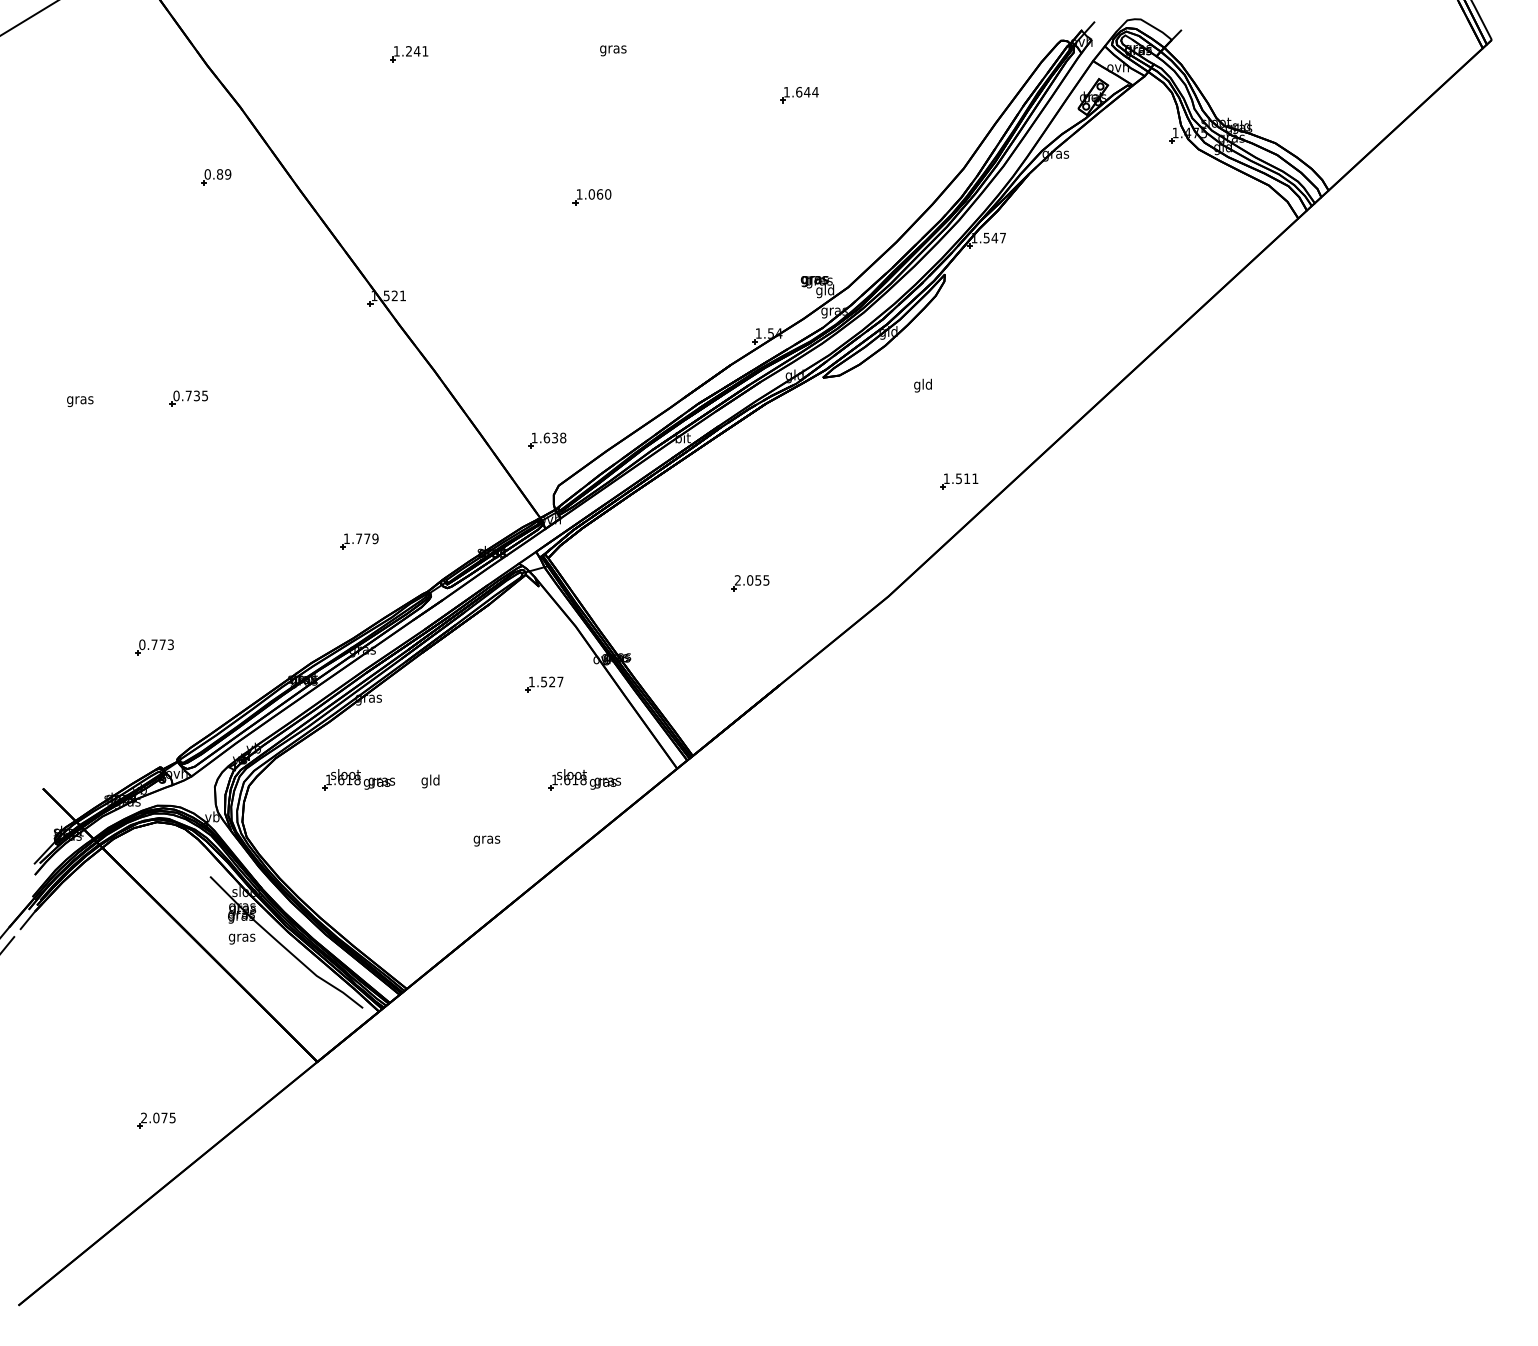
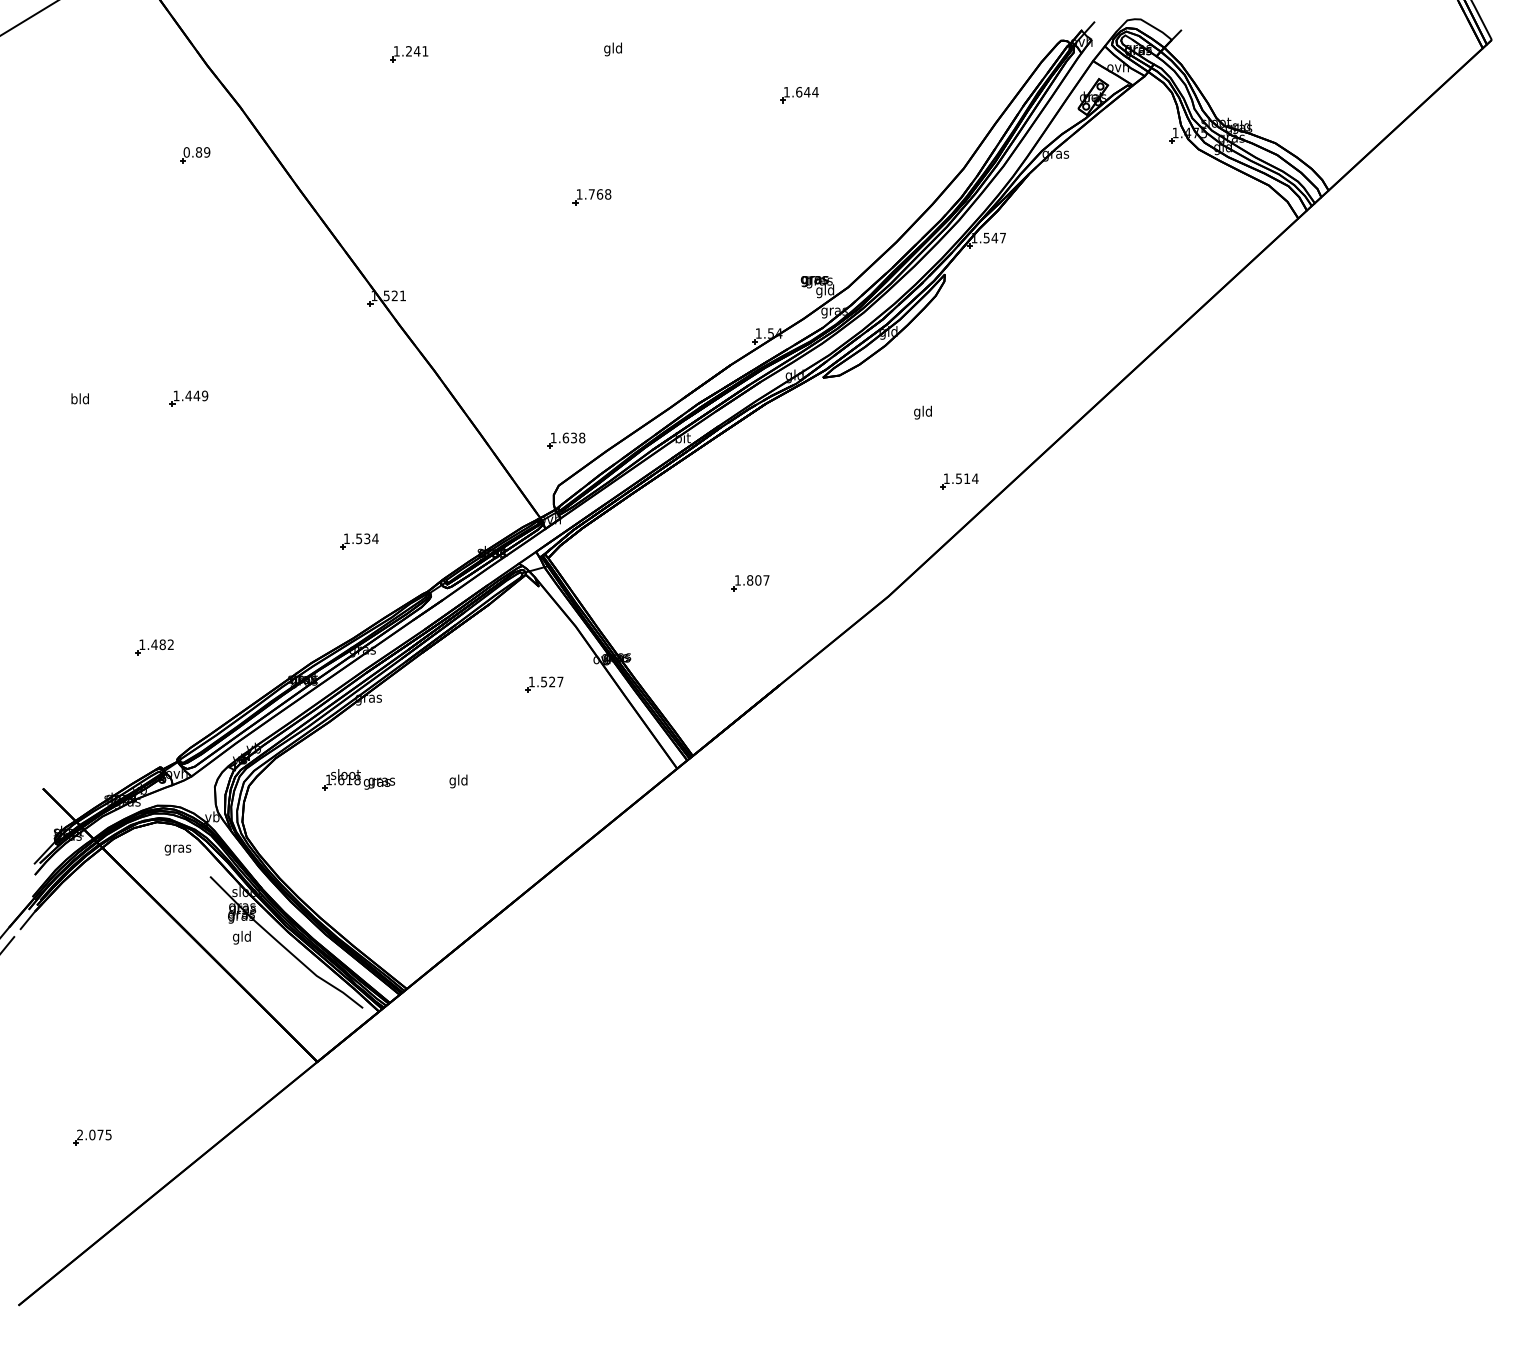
text at (613, 49): gras -> gld
part at (216, 177) position: (216, 177) -> (195, 155)
text at (599, 194): 1.060 -> 1.768
text at (922, 385) position: (922, 385) -> (922, 412)
text at (190, 395): 0.735 -> 1.449
text at (80, 400): gras -> bld
part at (547, 440) position: (547, 440) -> (566, 440)
text at (975, 478): 1.511 -> 1.514
text at (367, 538): 1.779 -> 1.534
text at (751, 580): 2.055 -> 1.807
text at (156, 644): 0.773 -> 1.482
part at (584, 779): present -> none
text at (430, 781) position: (430, 781) -> (458, 781)
text at (486, 840) position: (486, 840) -> (177, 849)
text at (241, 937): gras -> gld
part at (156, 1120) position: (156, 1120) -> (92, 1137)
